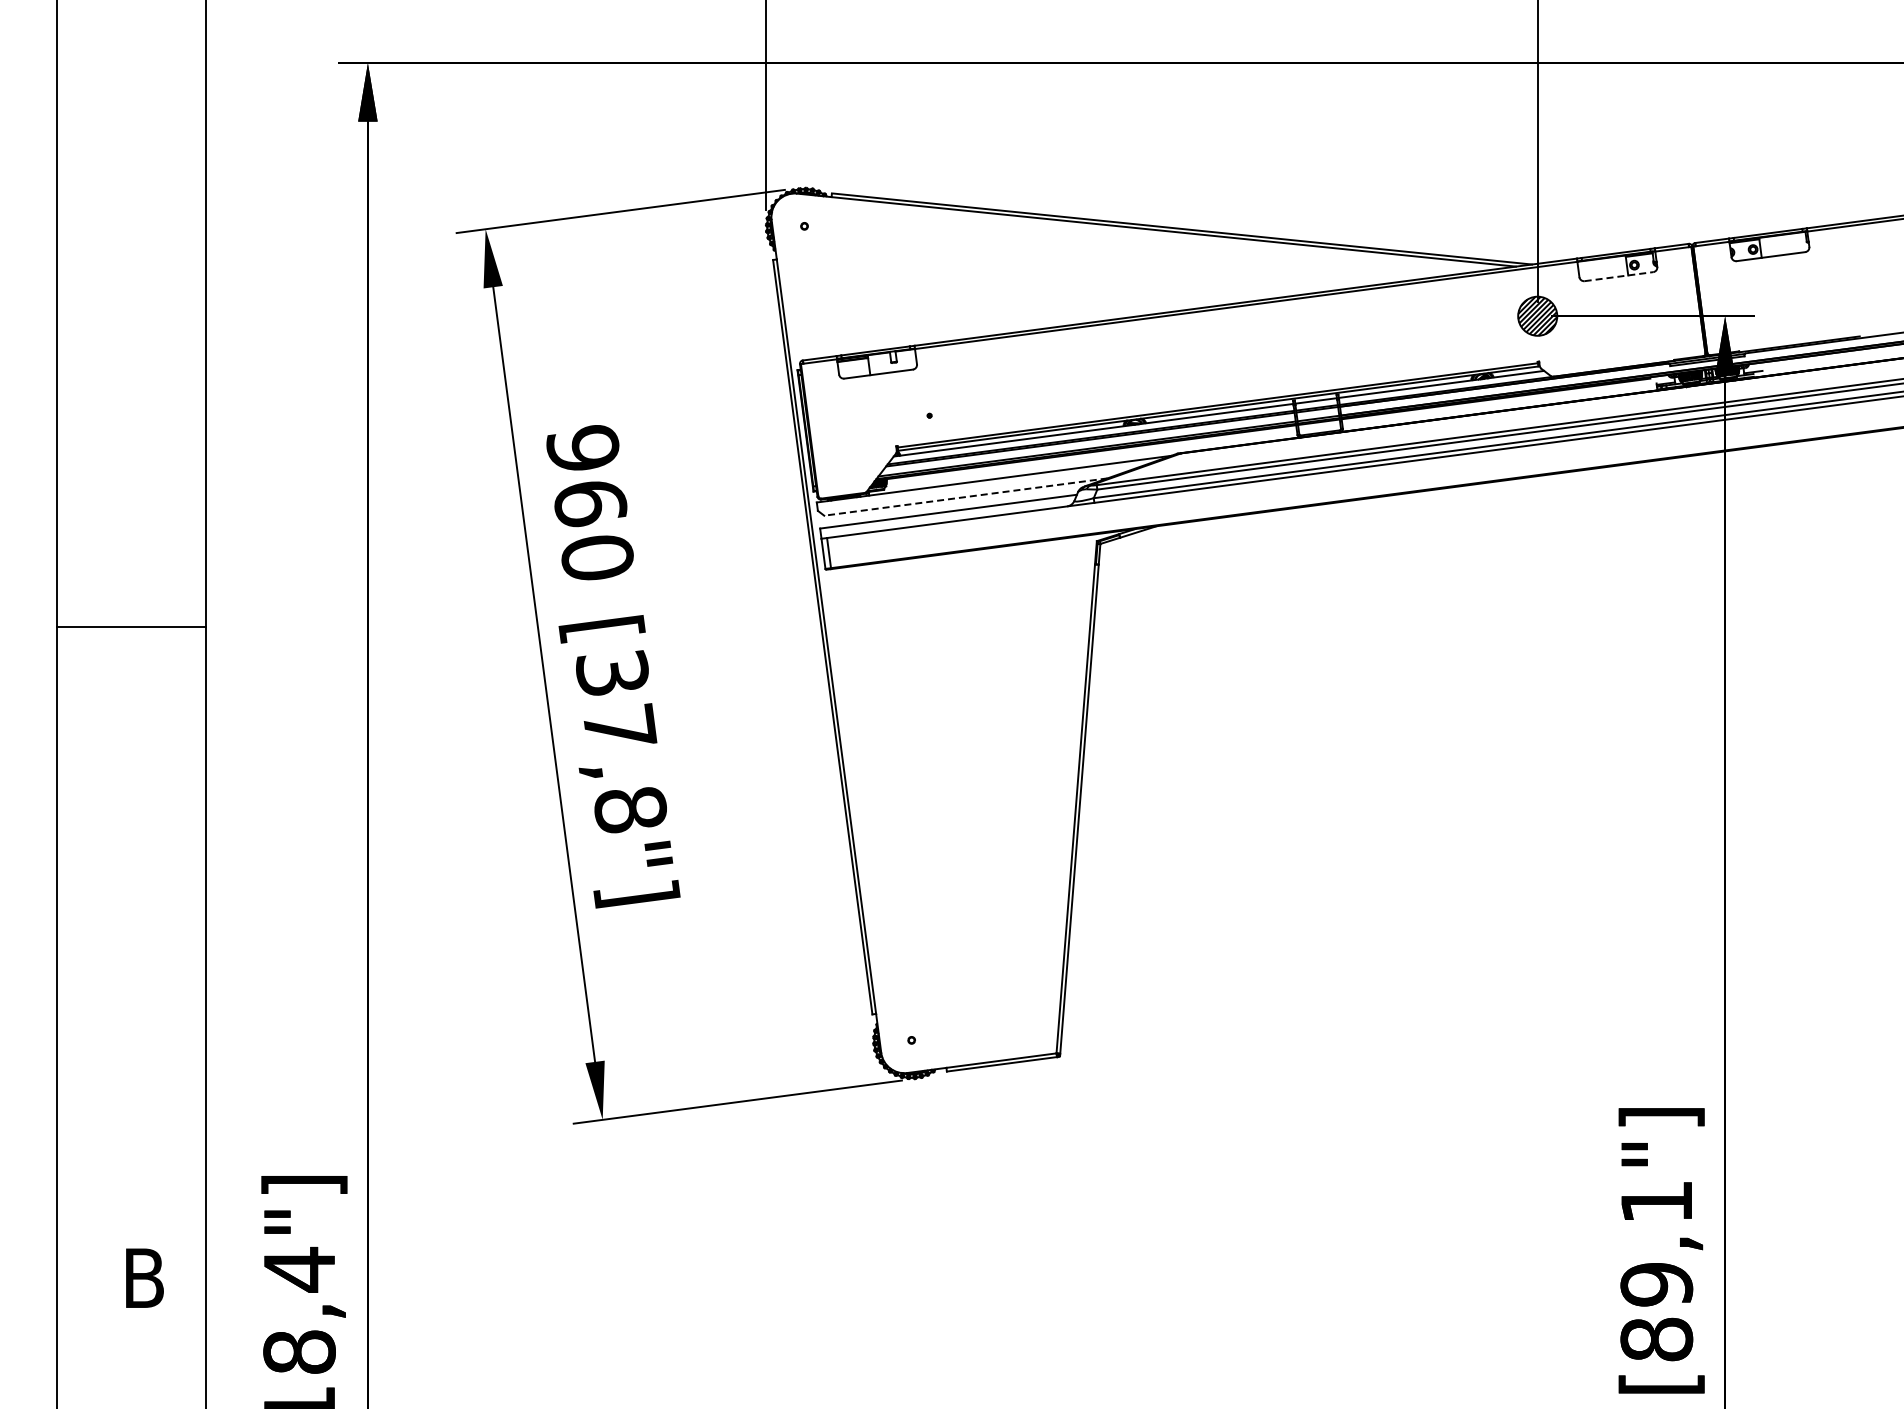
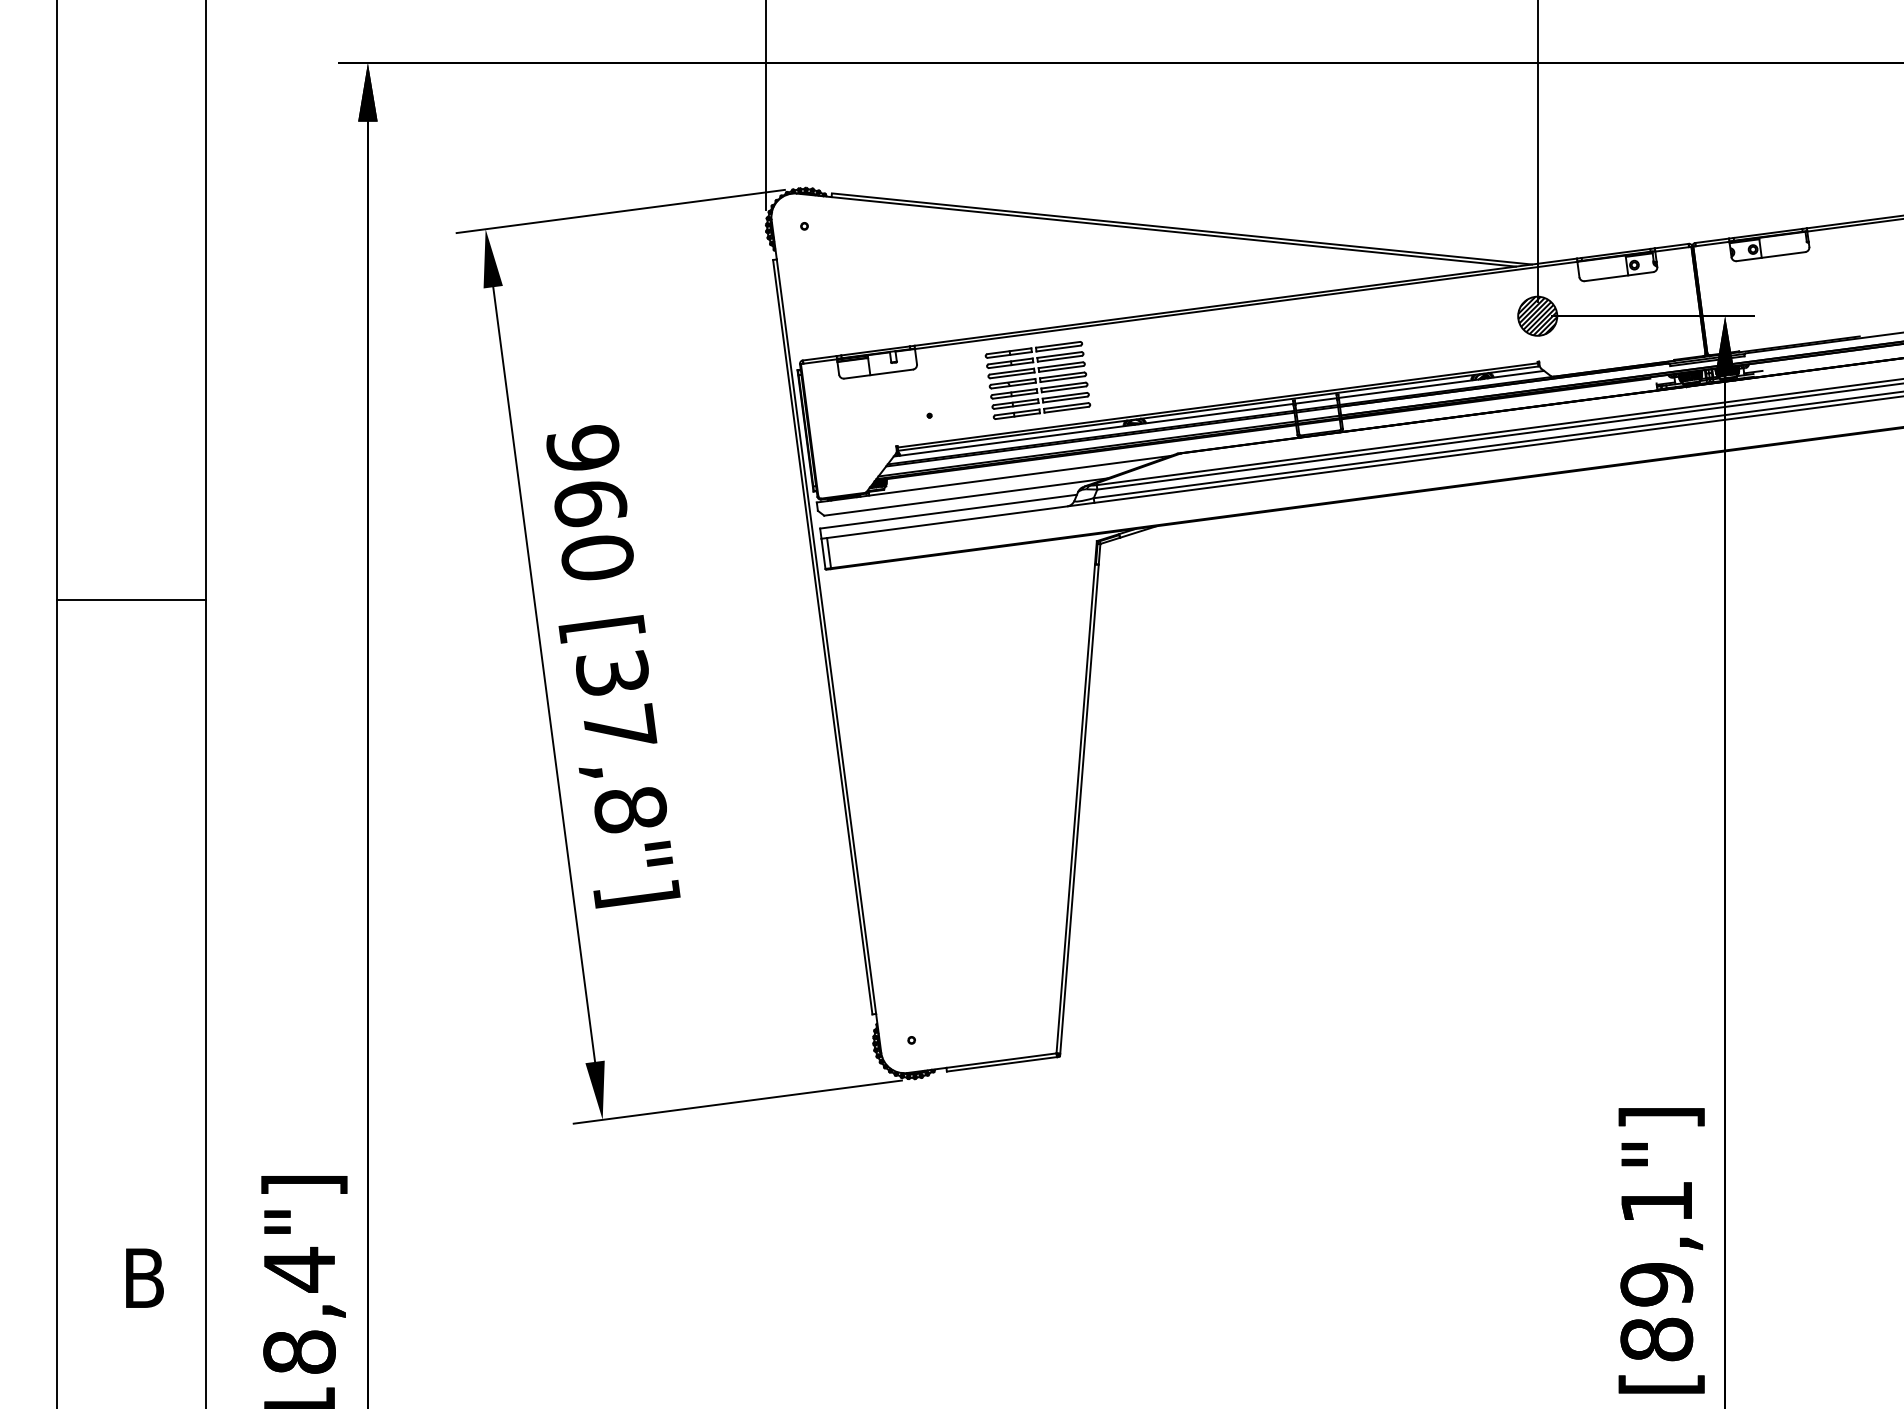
line at (1618, 276): dashed -> solid
part at (1037, 380): none -> present
line at (965, 497): dashed -> solid
line at (131, 627) position: (131, 627) -> (131, 600)
